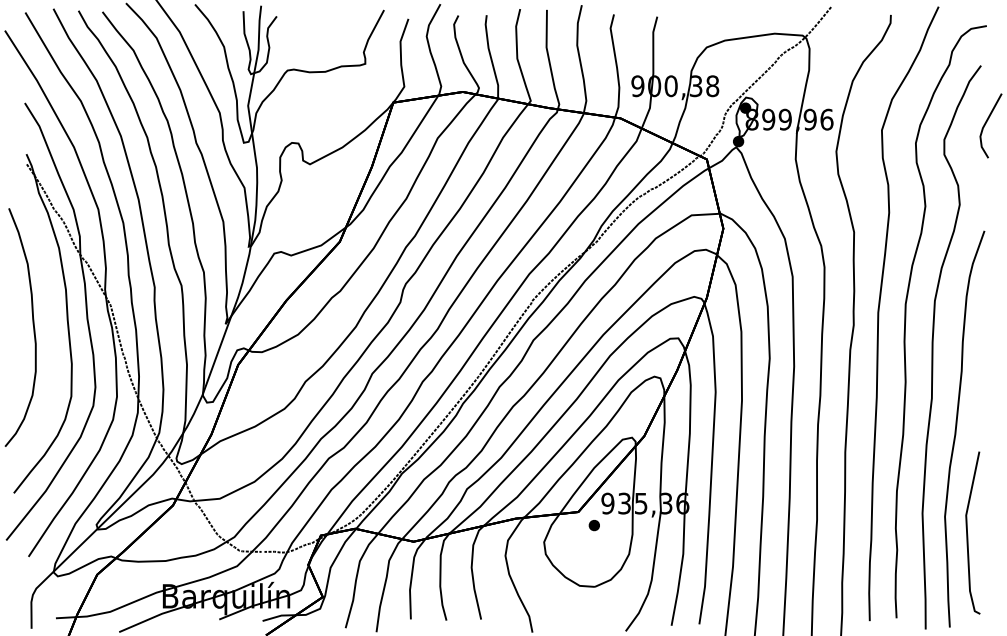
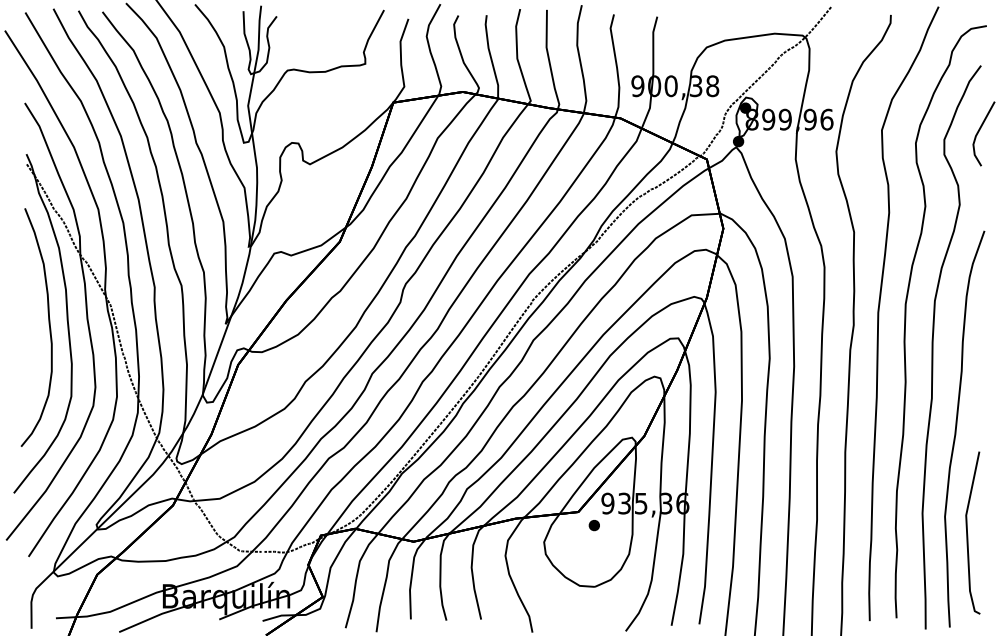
line at (987, 122) position: (987, 122) -> (980, 130)
curve at (32, 324) position: (32, 324) -> (48, 324)
